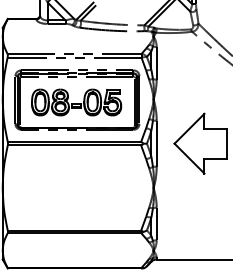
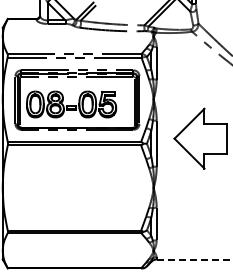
part at (76, 102) position: (76, 102) -> (71, 104)
part at (200, 143) position: (200, 143) -> (200, 138)
line at (194, 259): solid -> dashed
